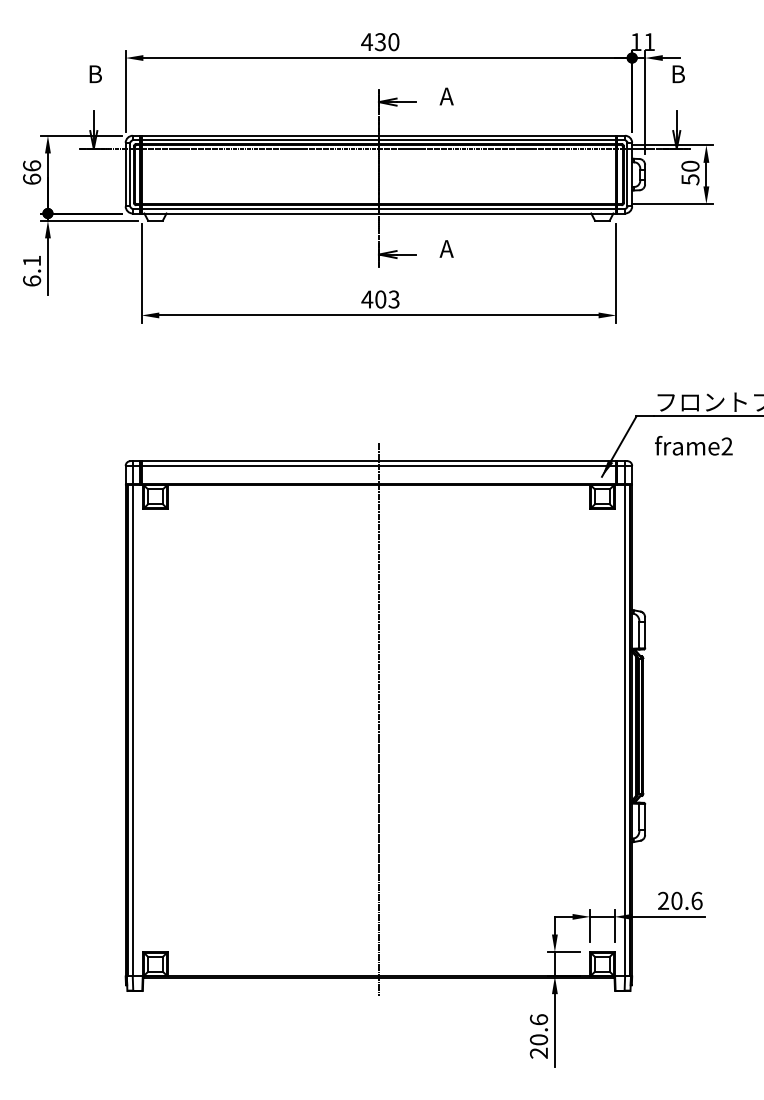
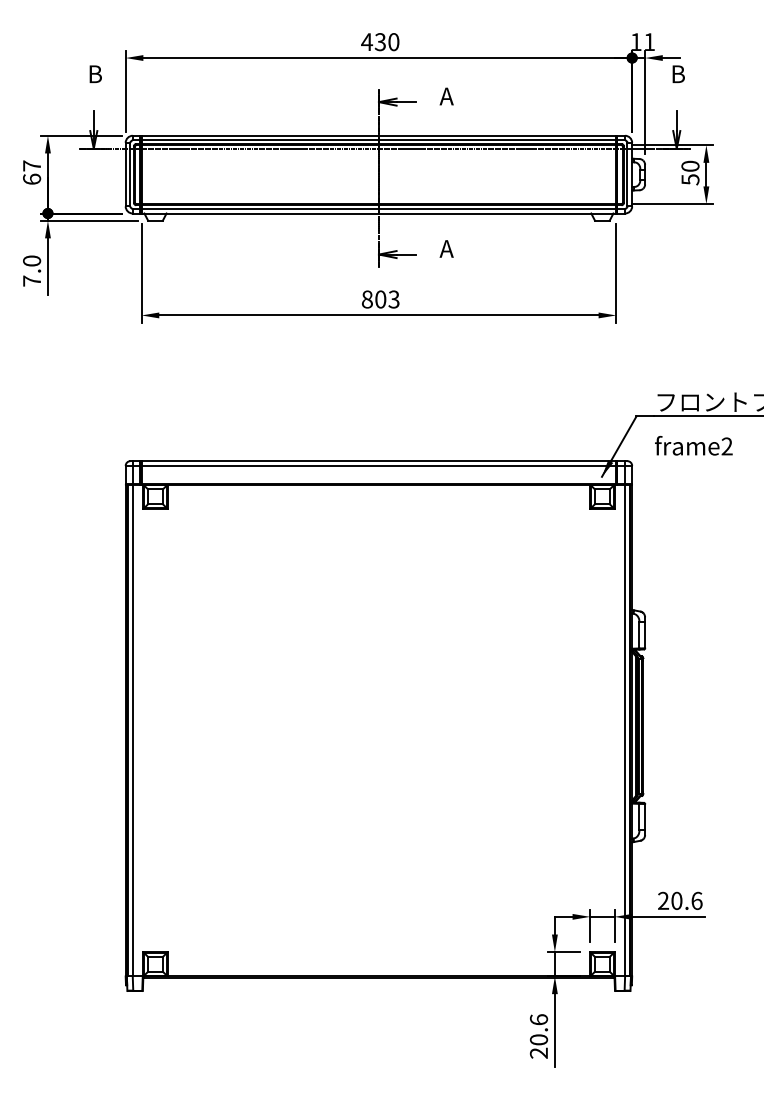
text at (32, 165): 66 -> 67
text at (32, 270): 6.1 -> 7.0
text at (367, 299): 403 -> 803
line at (378, 719): present -> none
